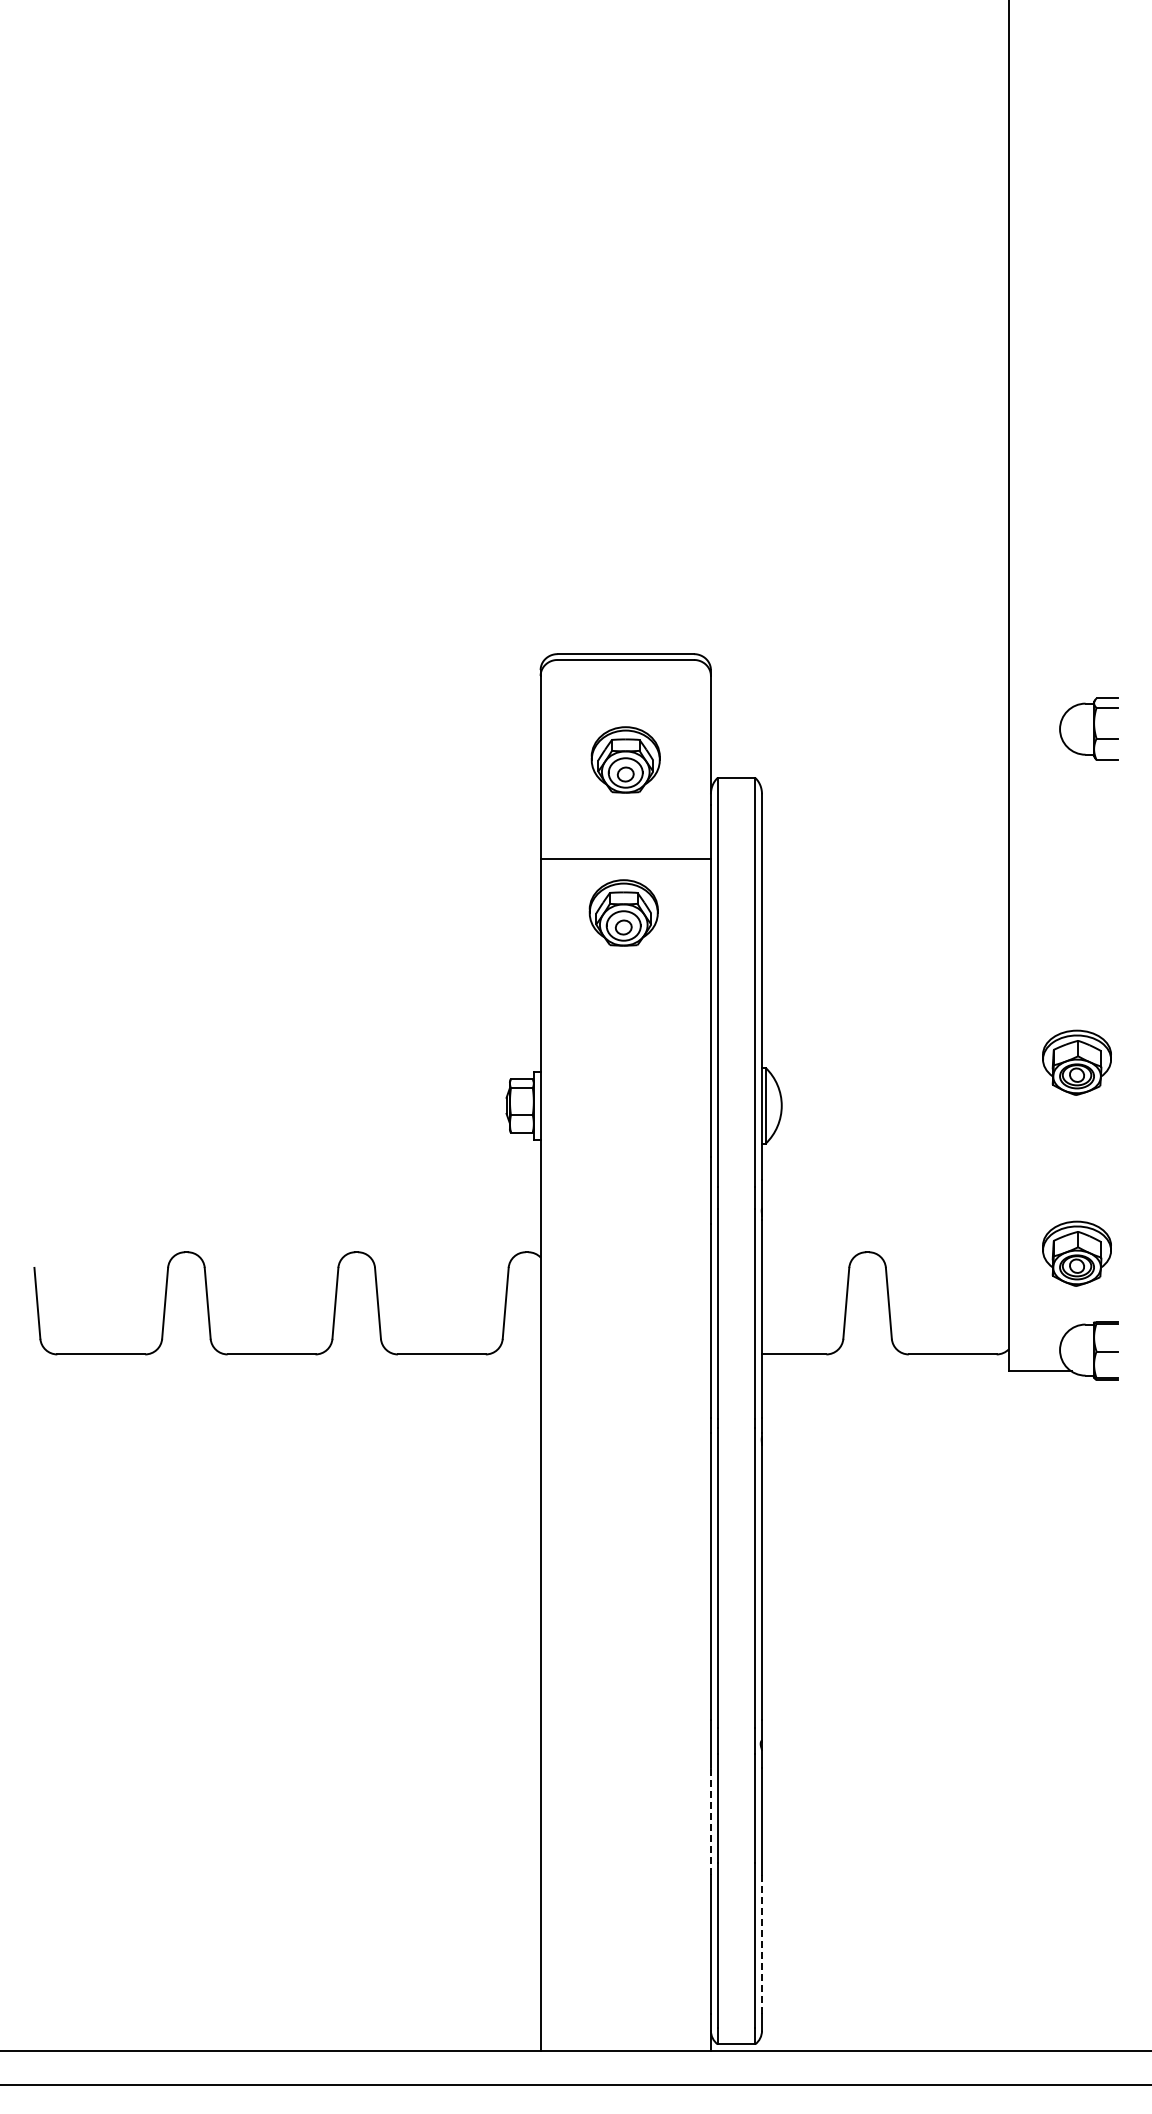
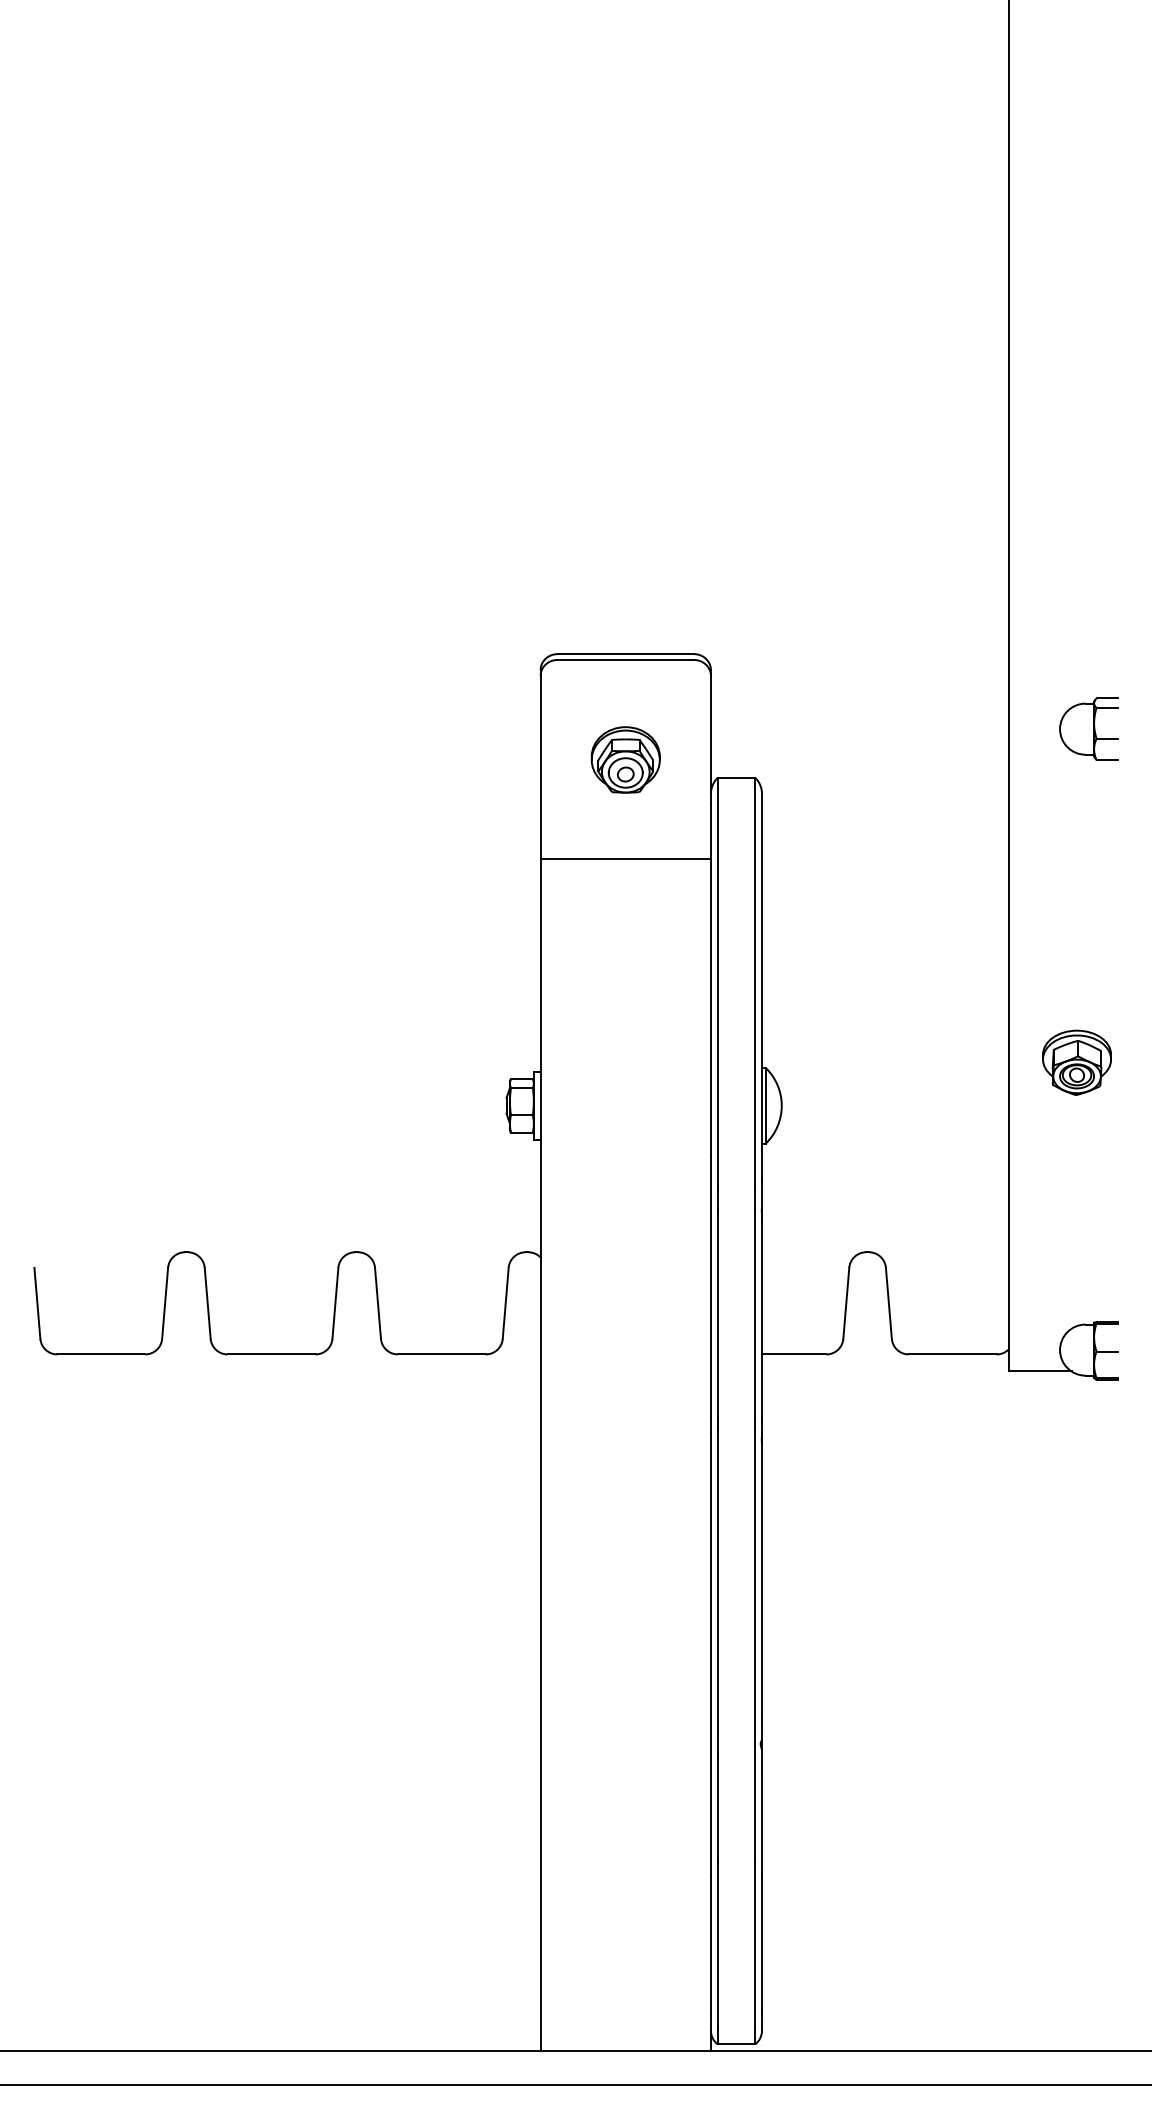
part at (623, 912): present -> none
part at (1076, 1253): present -> none
line at (710, 1820): dashed -> solid
line at (762, 1944): dashed -> solid
